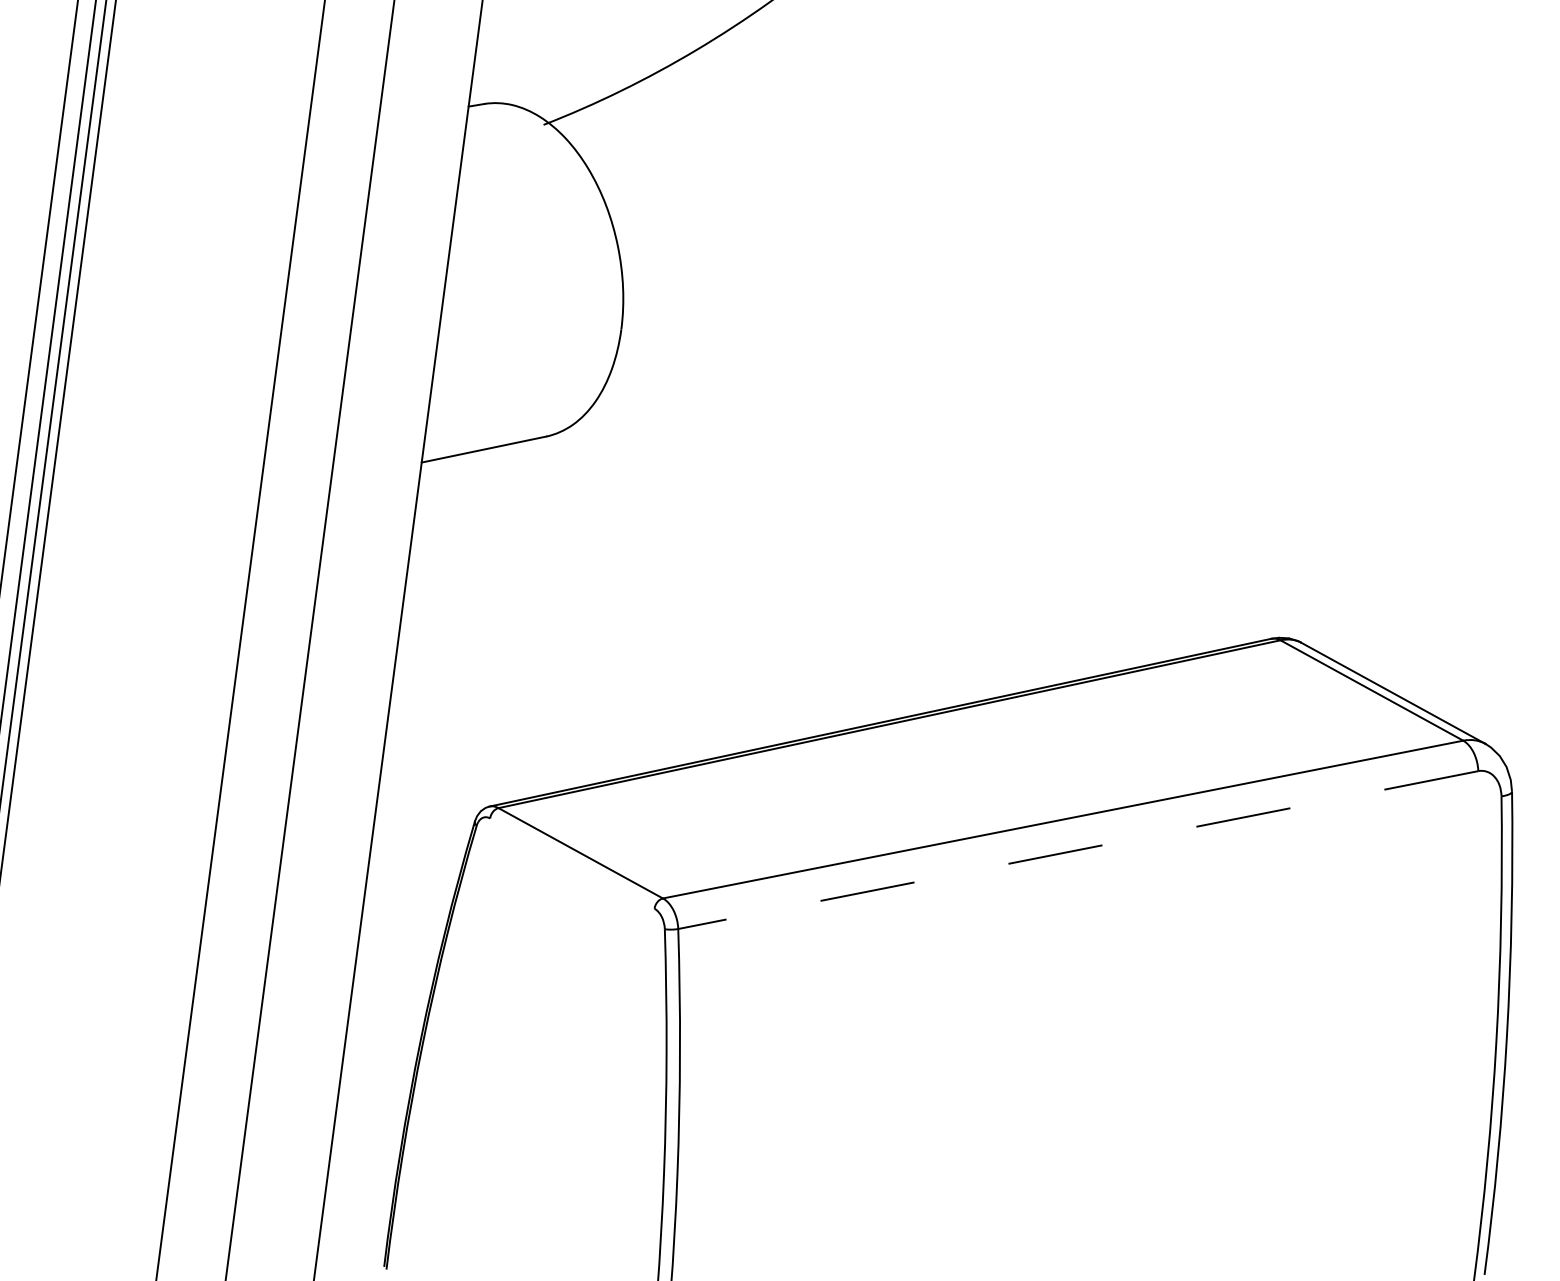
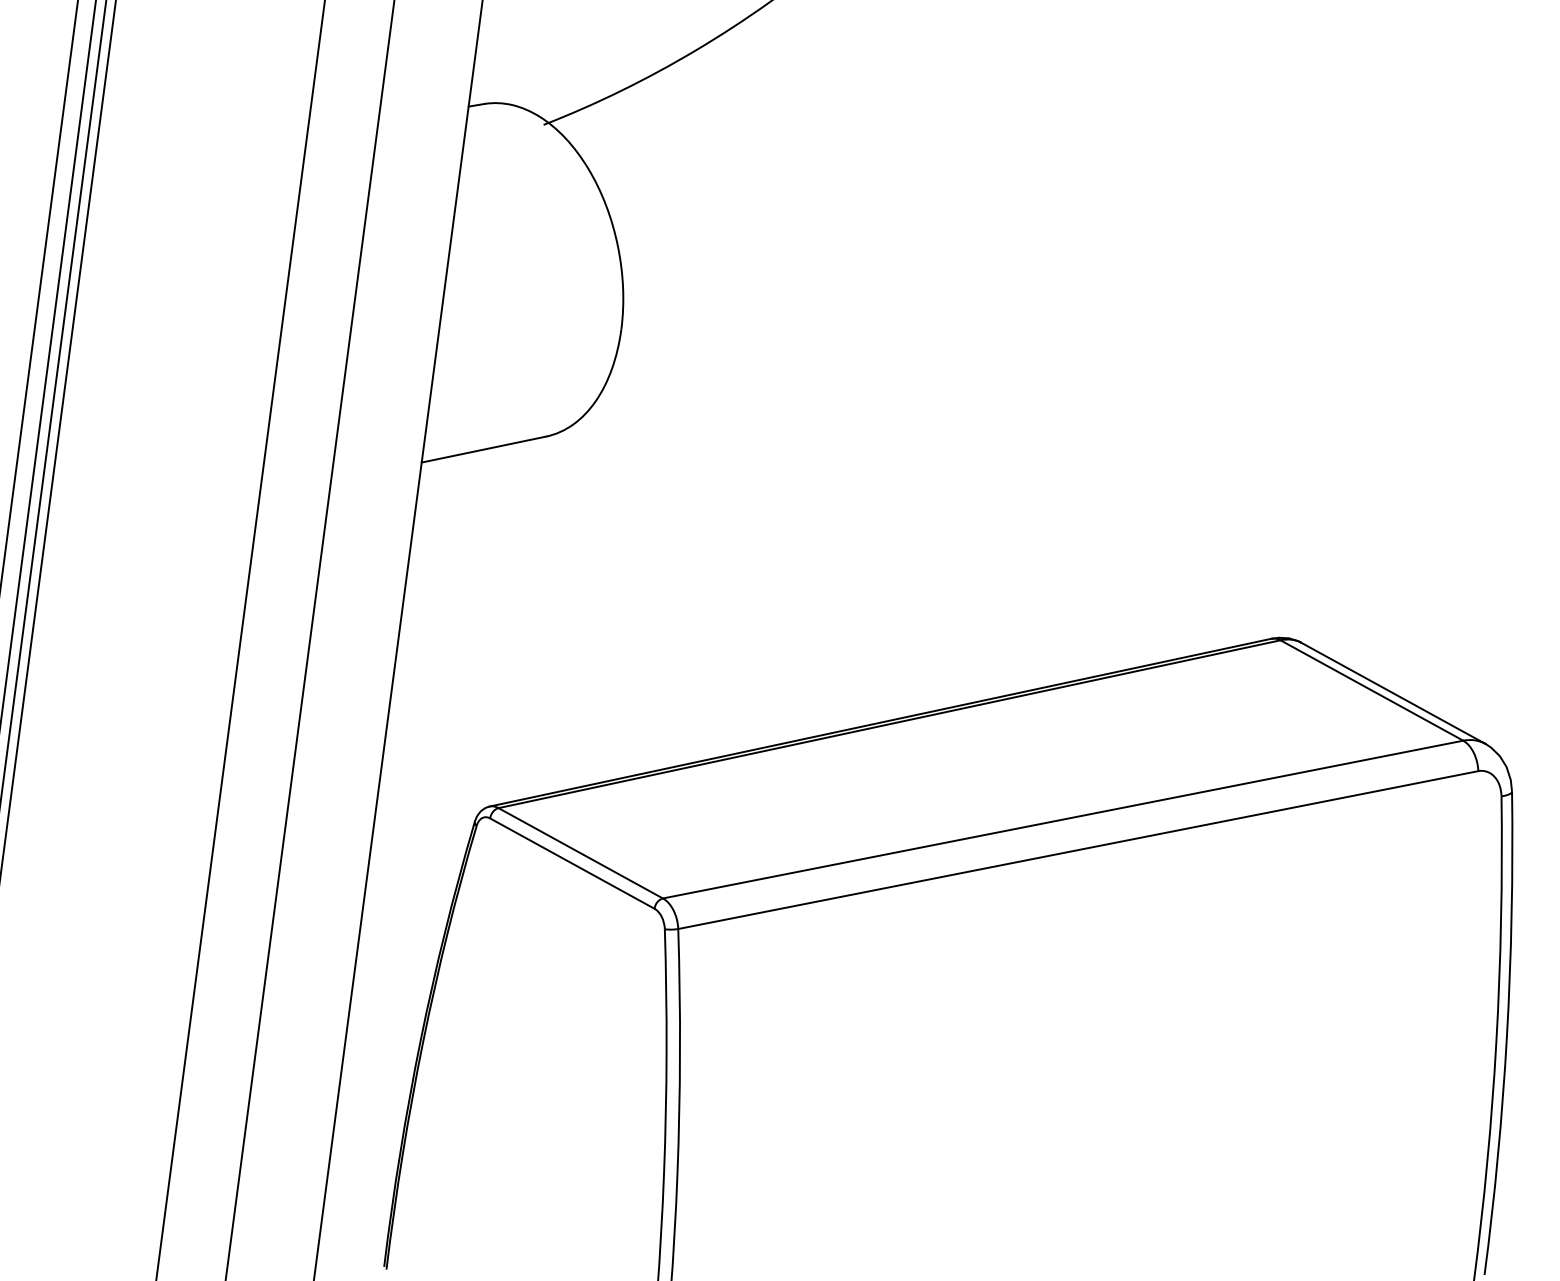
line at (1078, 850): dashed -> solid
line at (572, 863): none -> present
